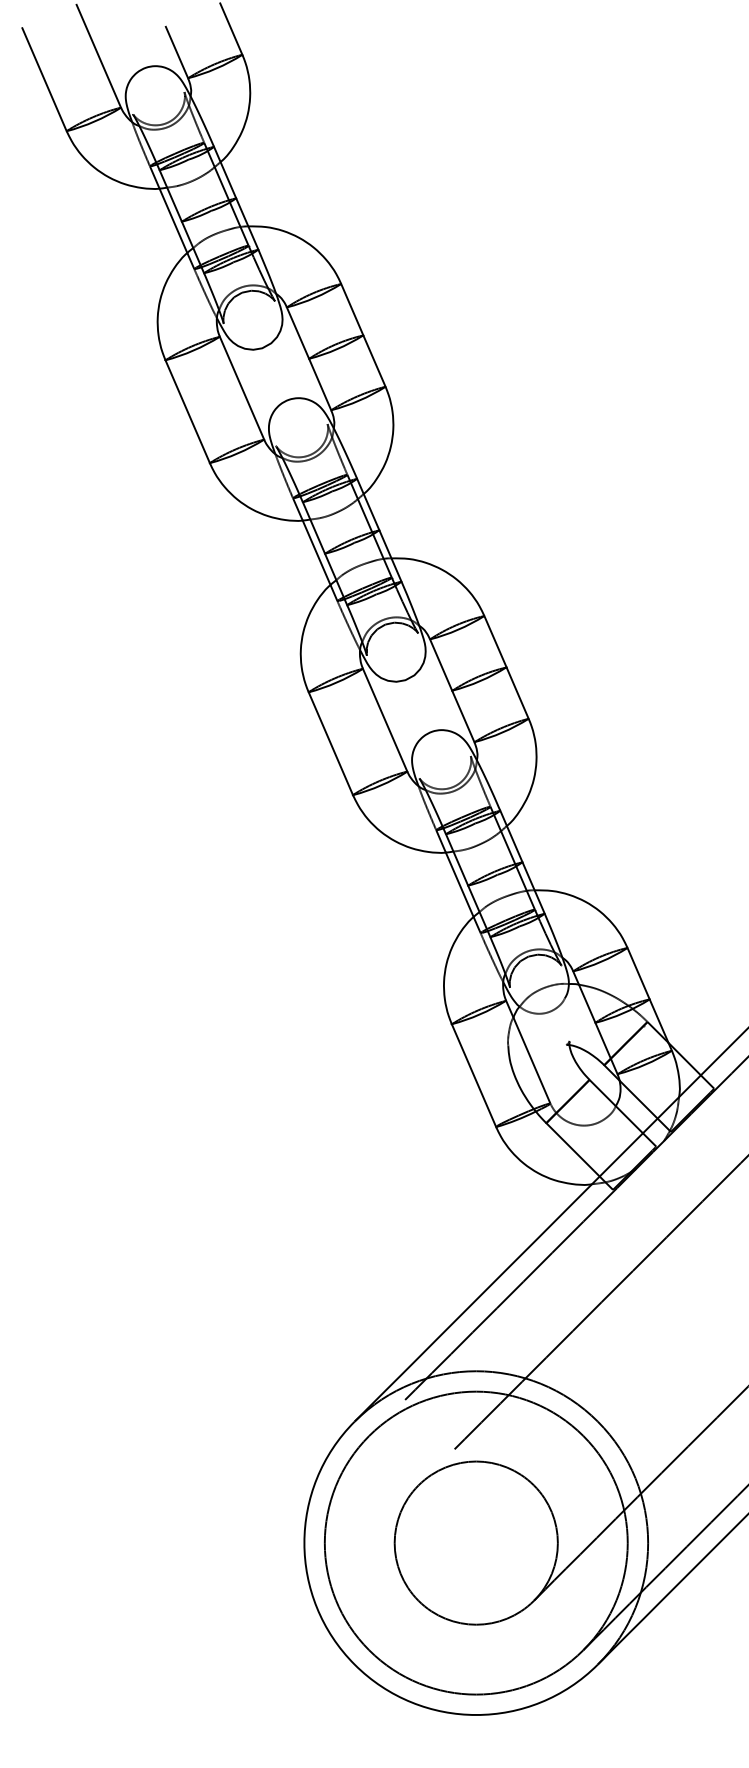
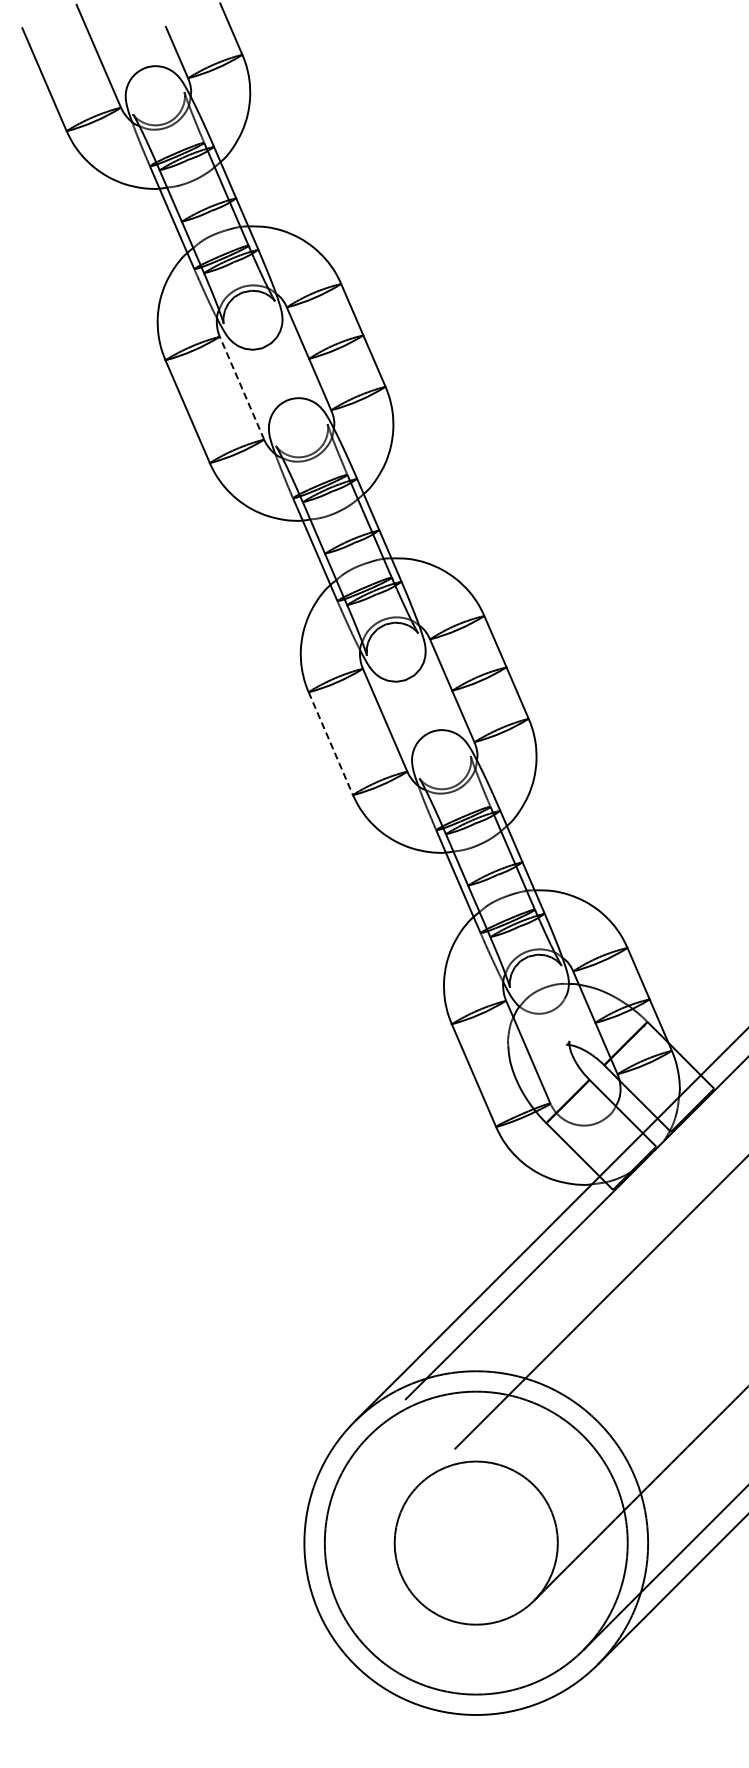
line at (241, 387): solid -> dashed
line at (330, 743): solid -> dashed
